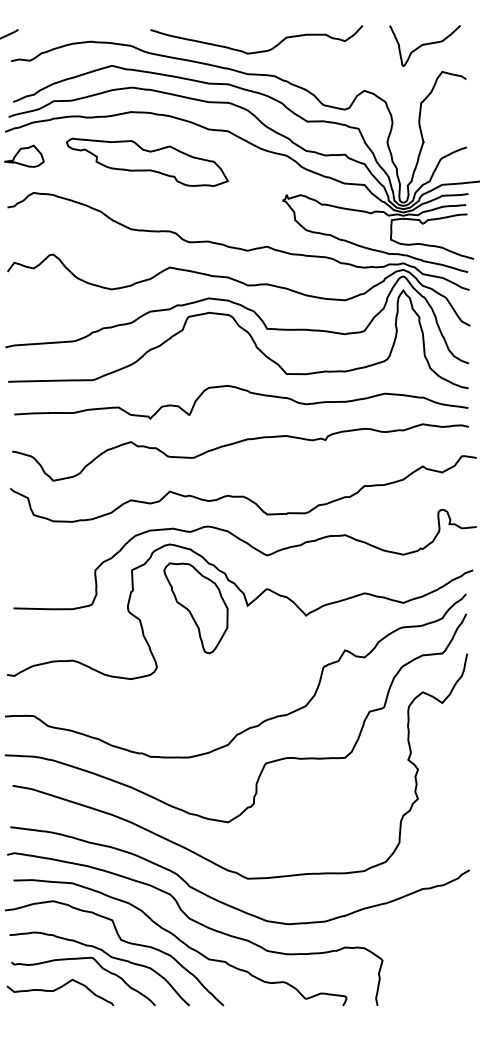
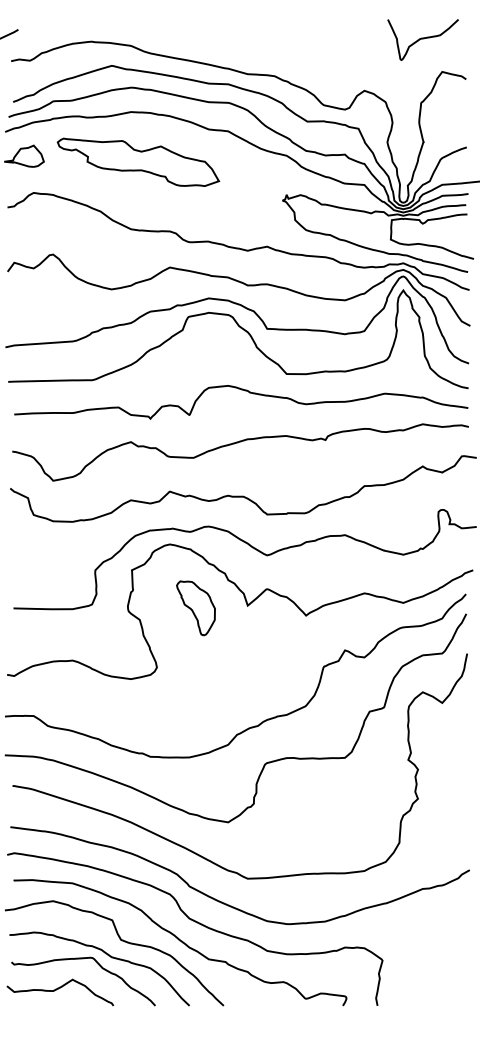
curve at (424, 45) position: (424, 45) -> (422, 39)
curve at (256, 51): present -> none
part at (147, 161) position: (147, 161) -> (138, 161)
part at (195, 608) size: 66x93 px -> 40x57 px
